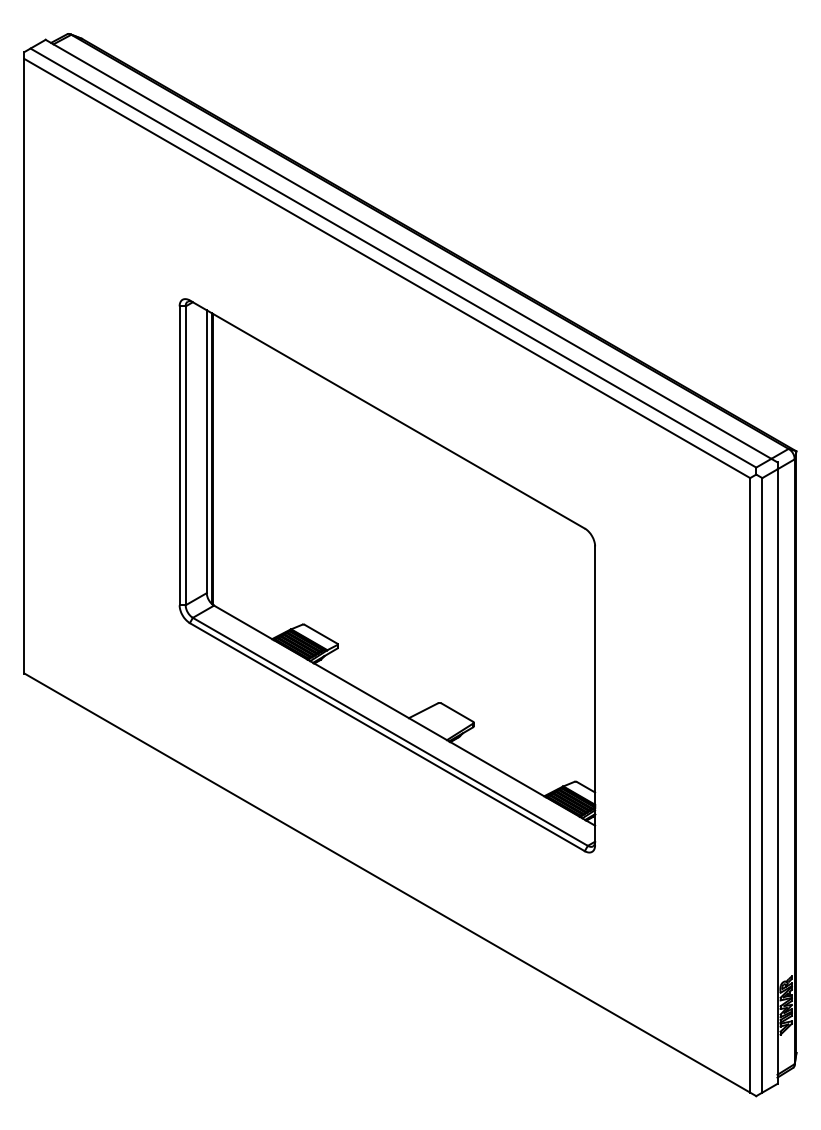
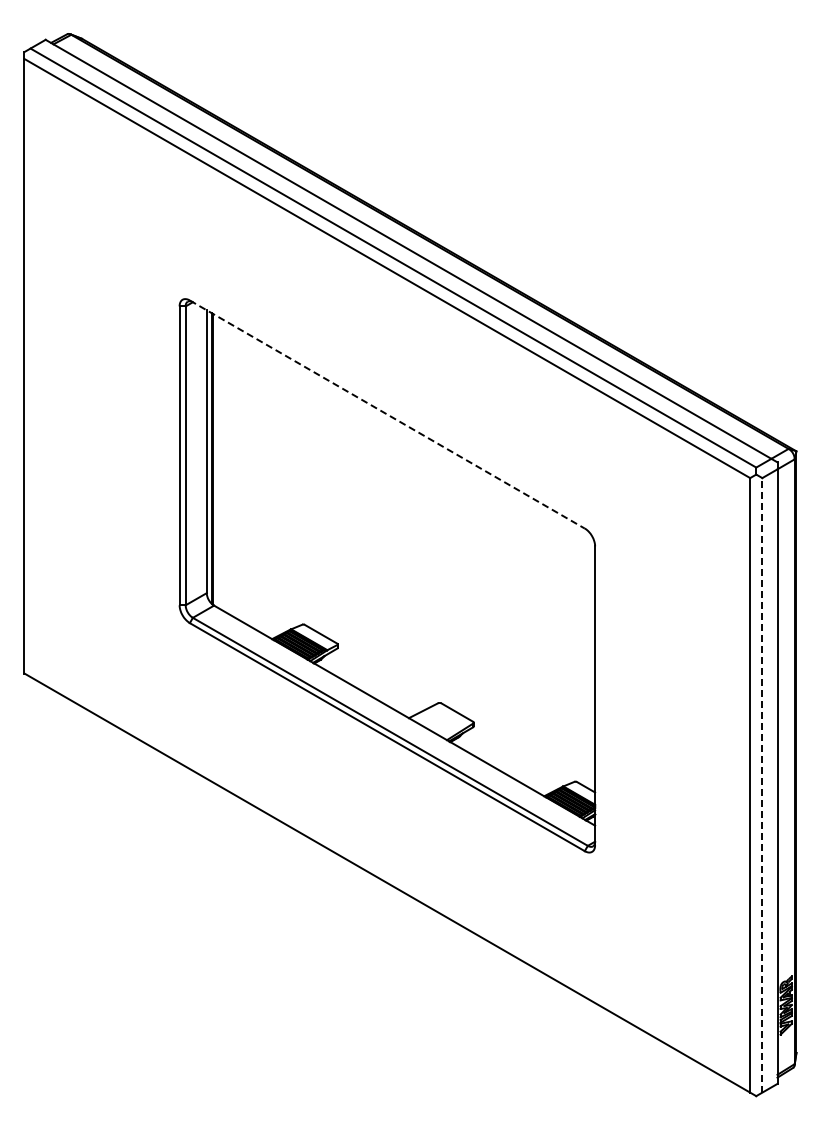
line at (387, 414): solid -> dashed
line at (762, 784): solid -> dashed
